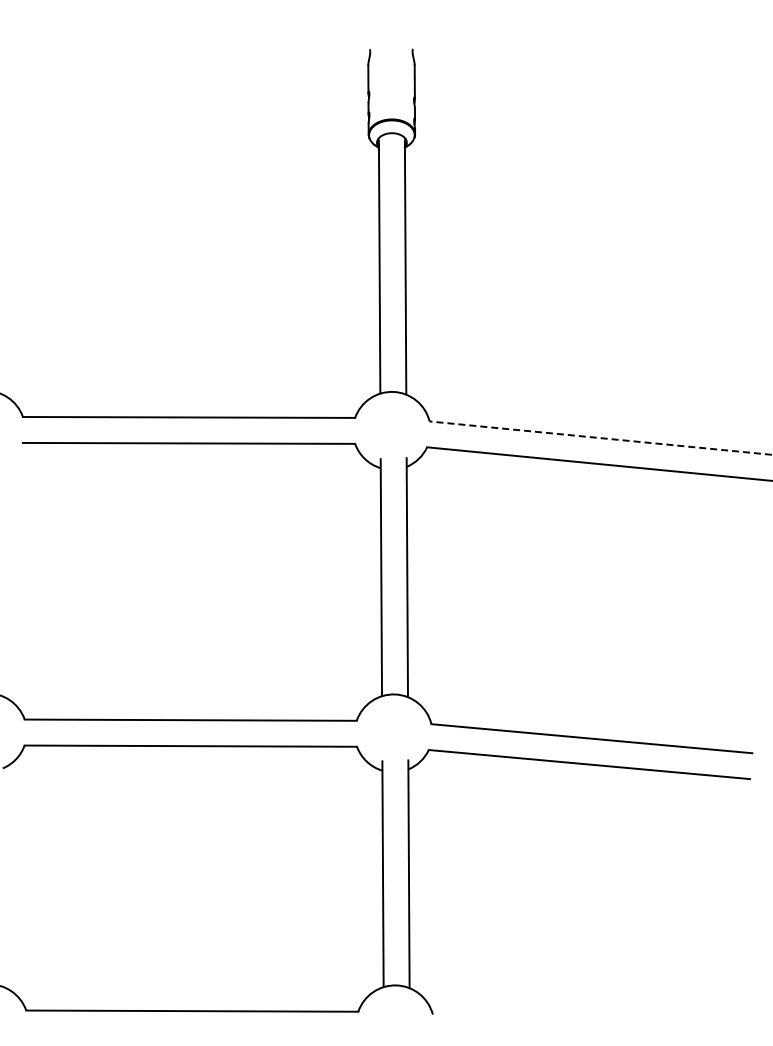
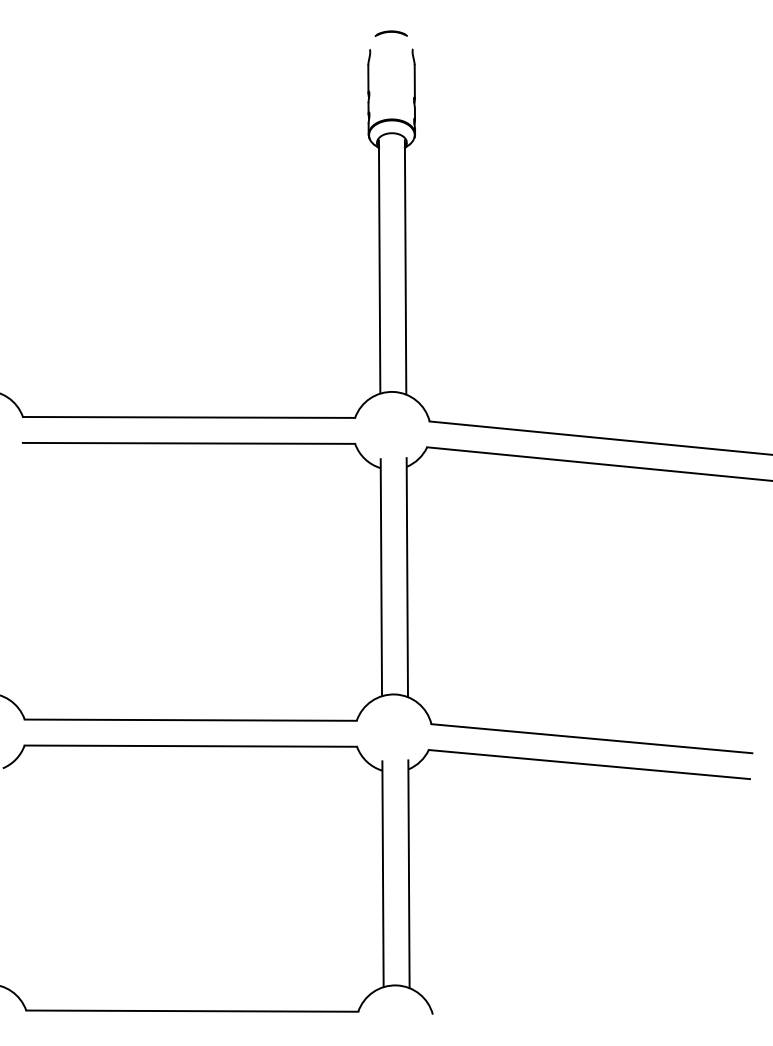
part at (390, 33): none -> present
line at (600, 438): dashed -> solid
